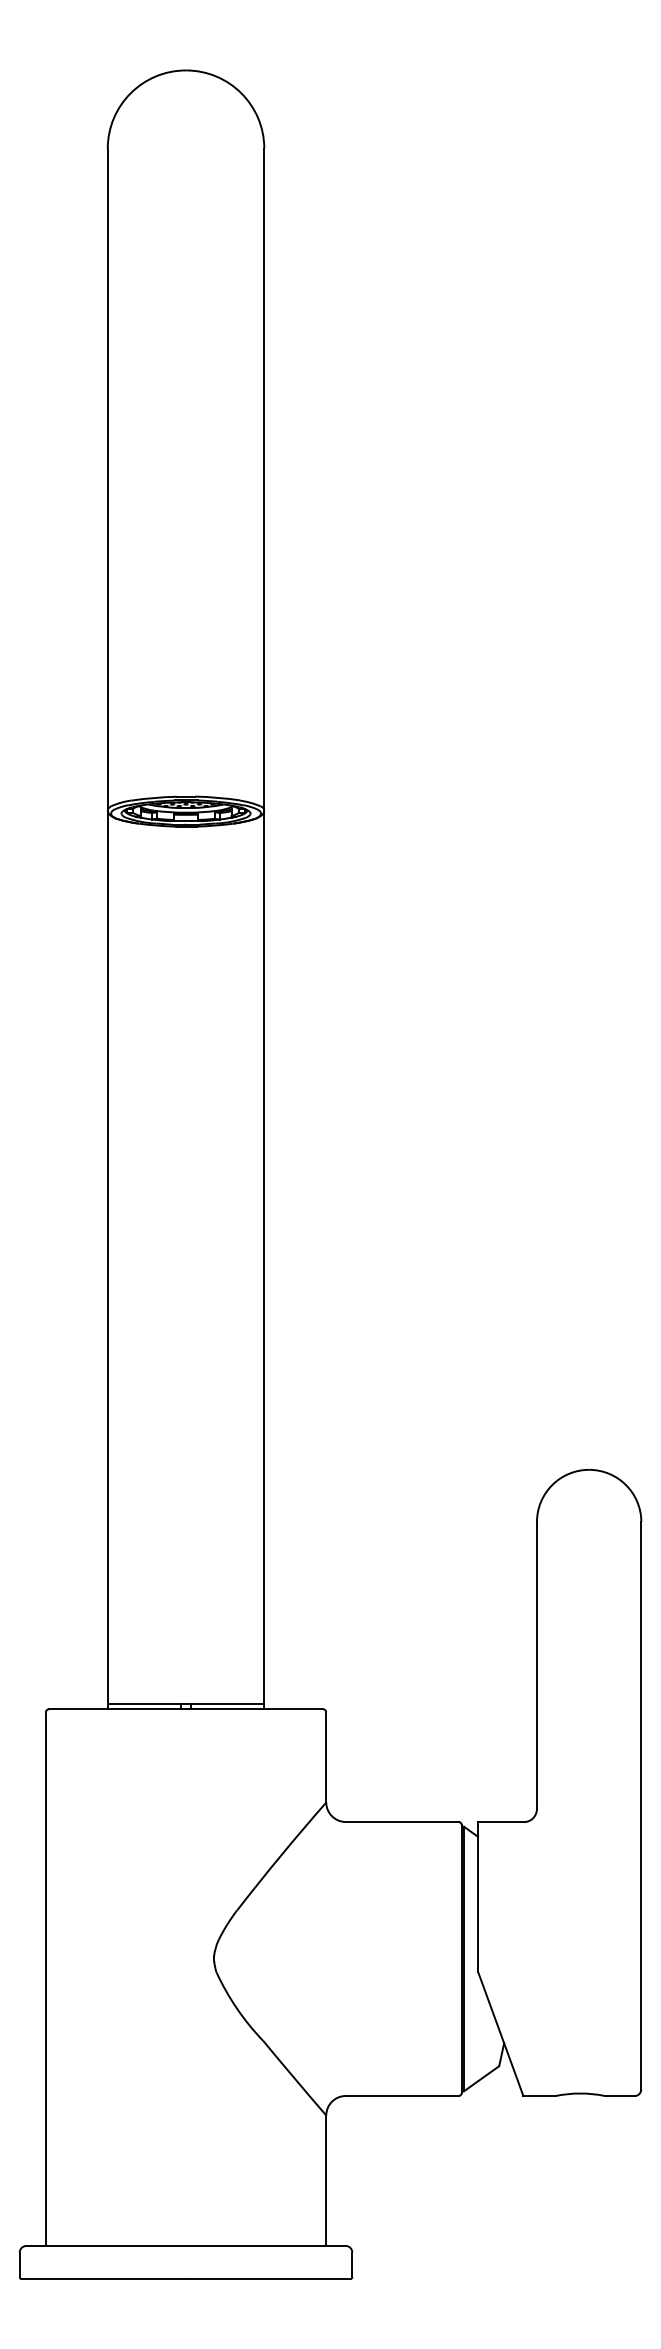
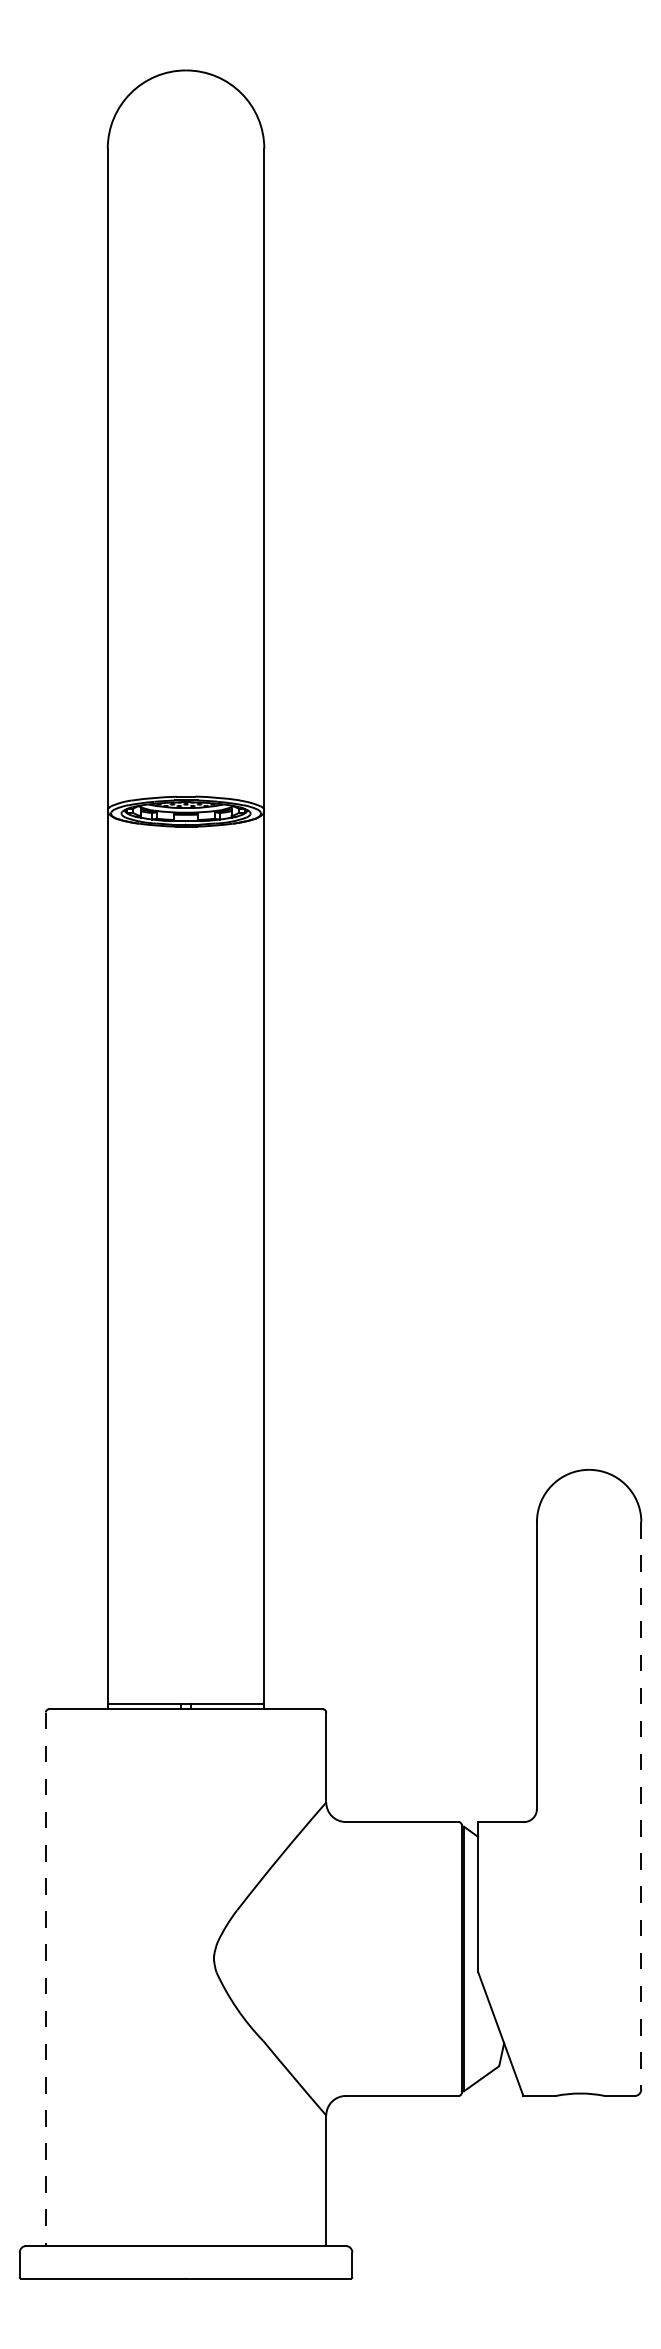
line at (641, 1805): solid -> dashed
line at (45, 1978): solid -> dashed
